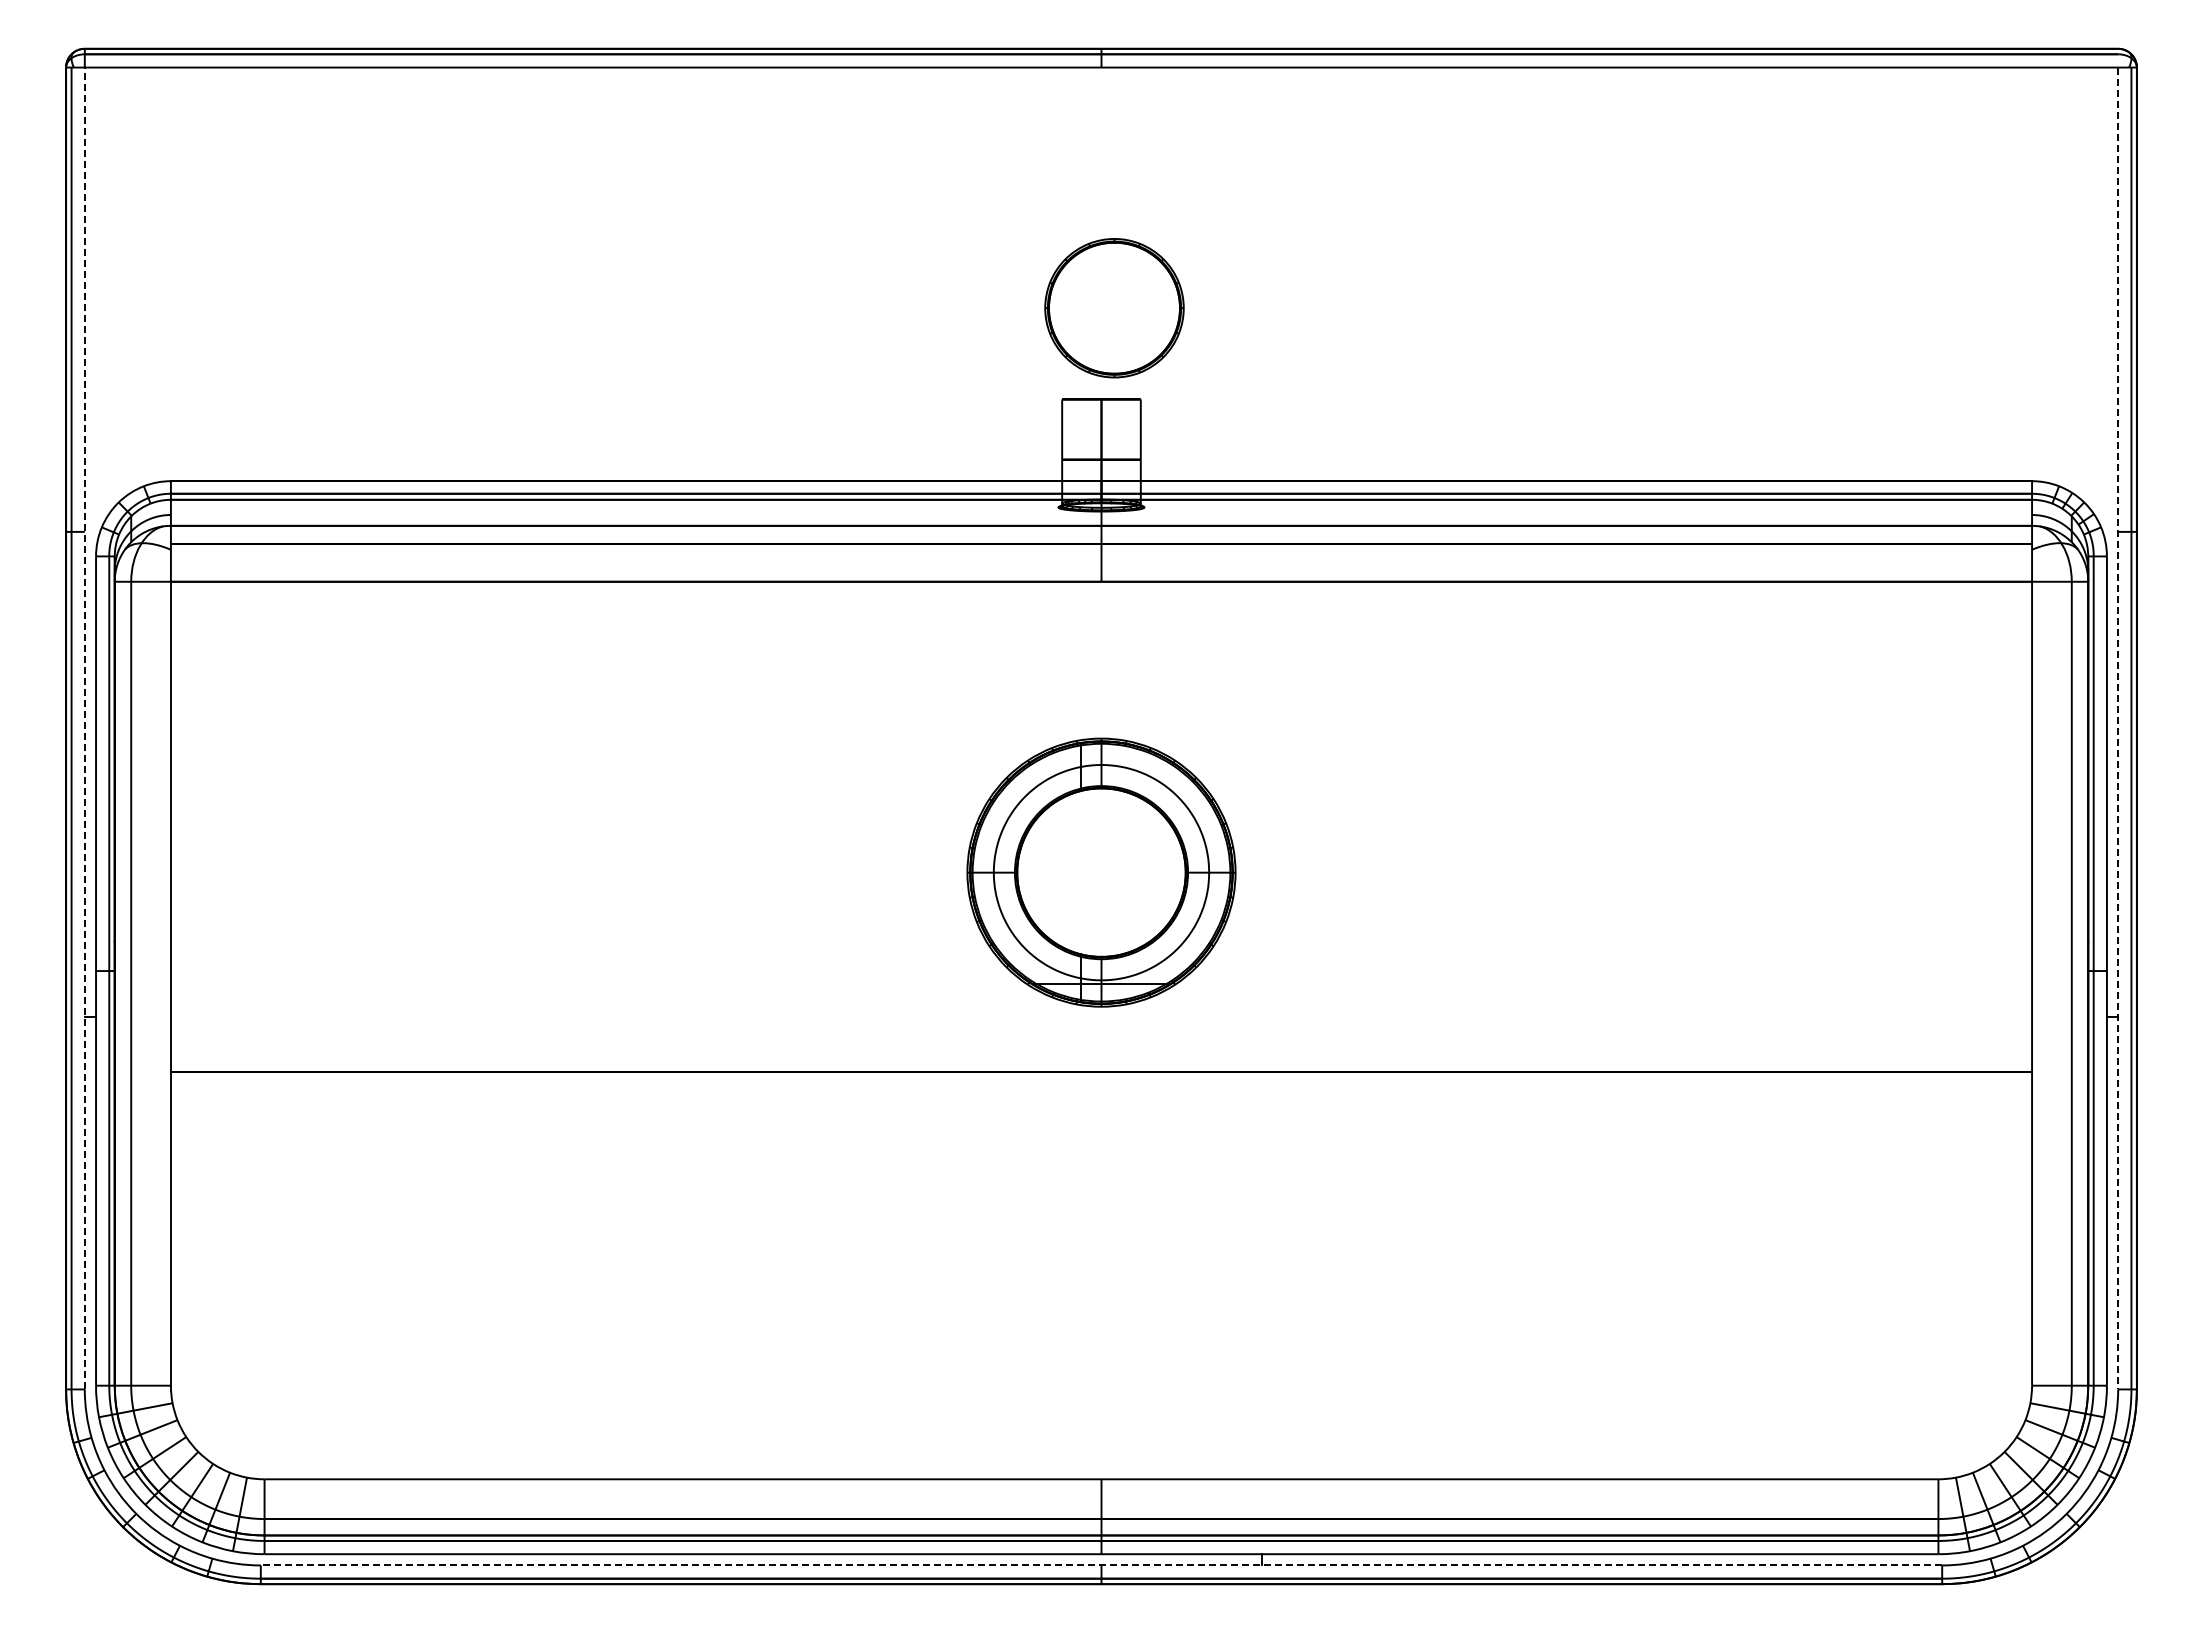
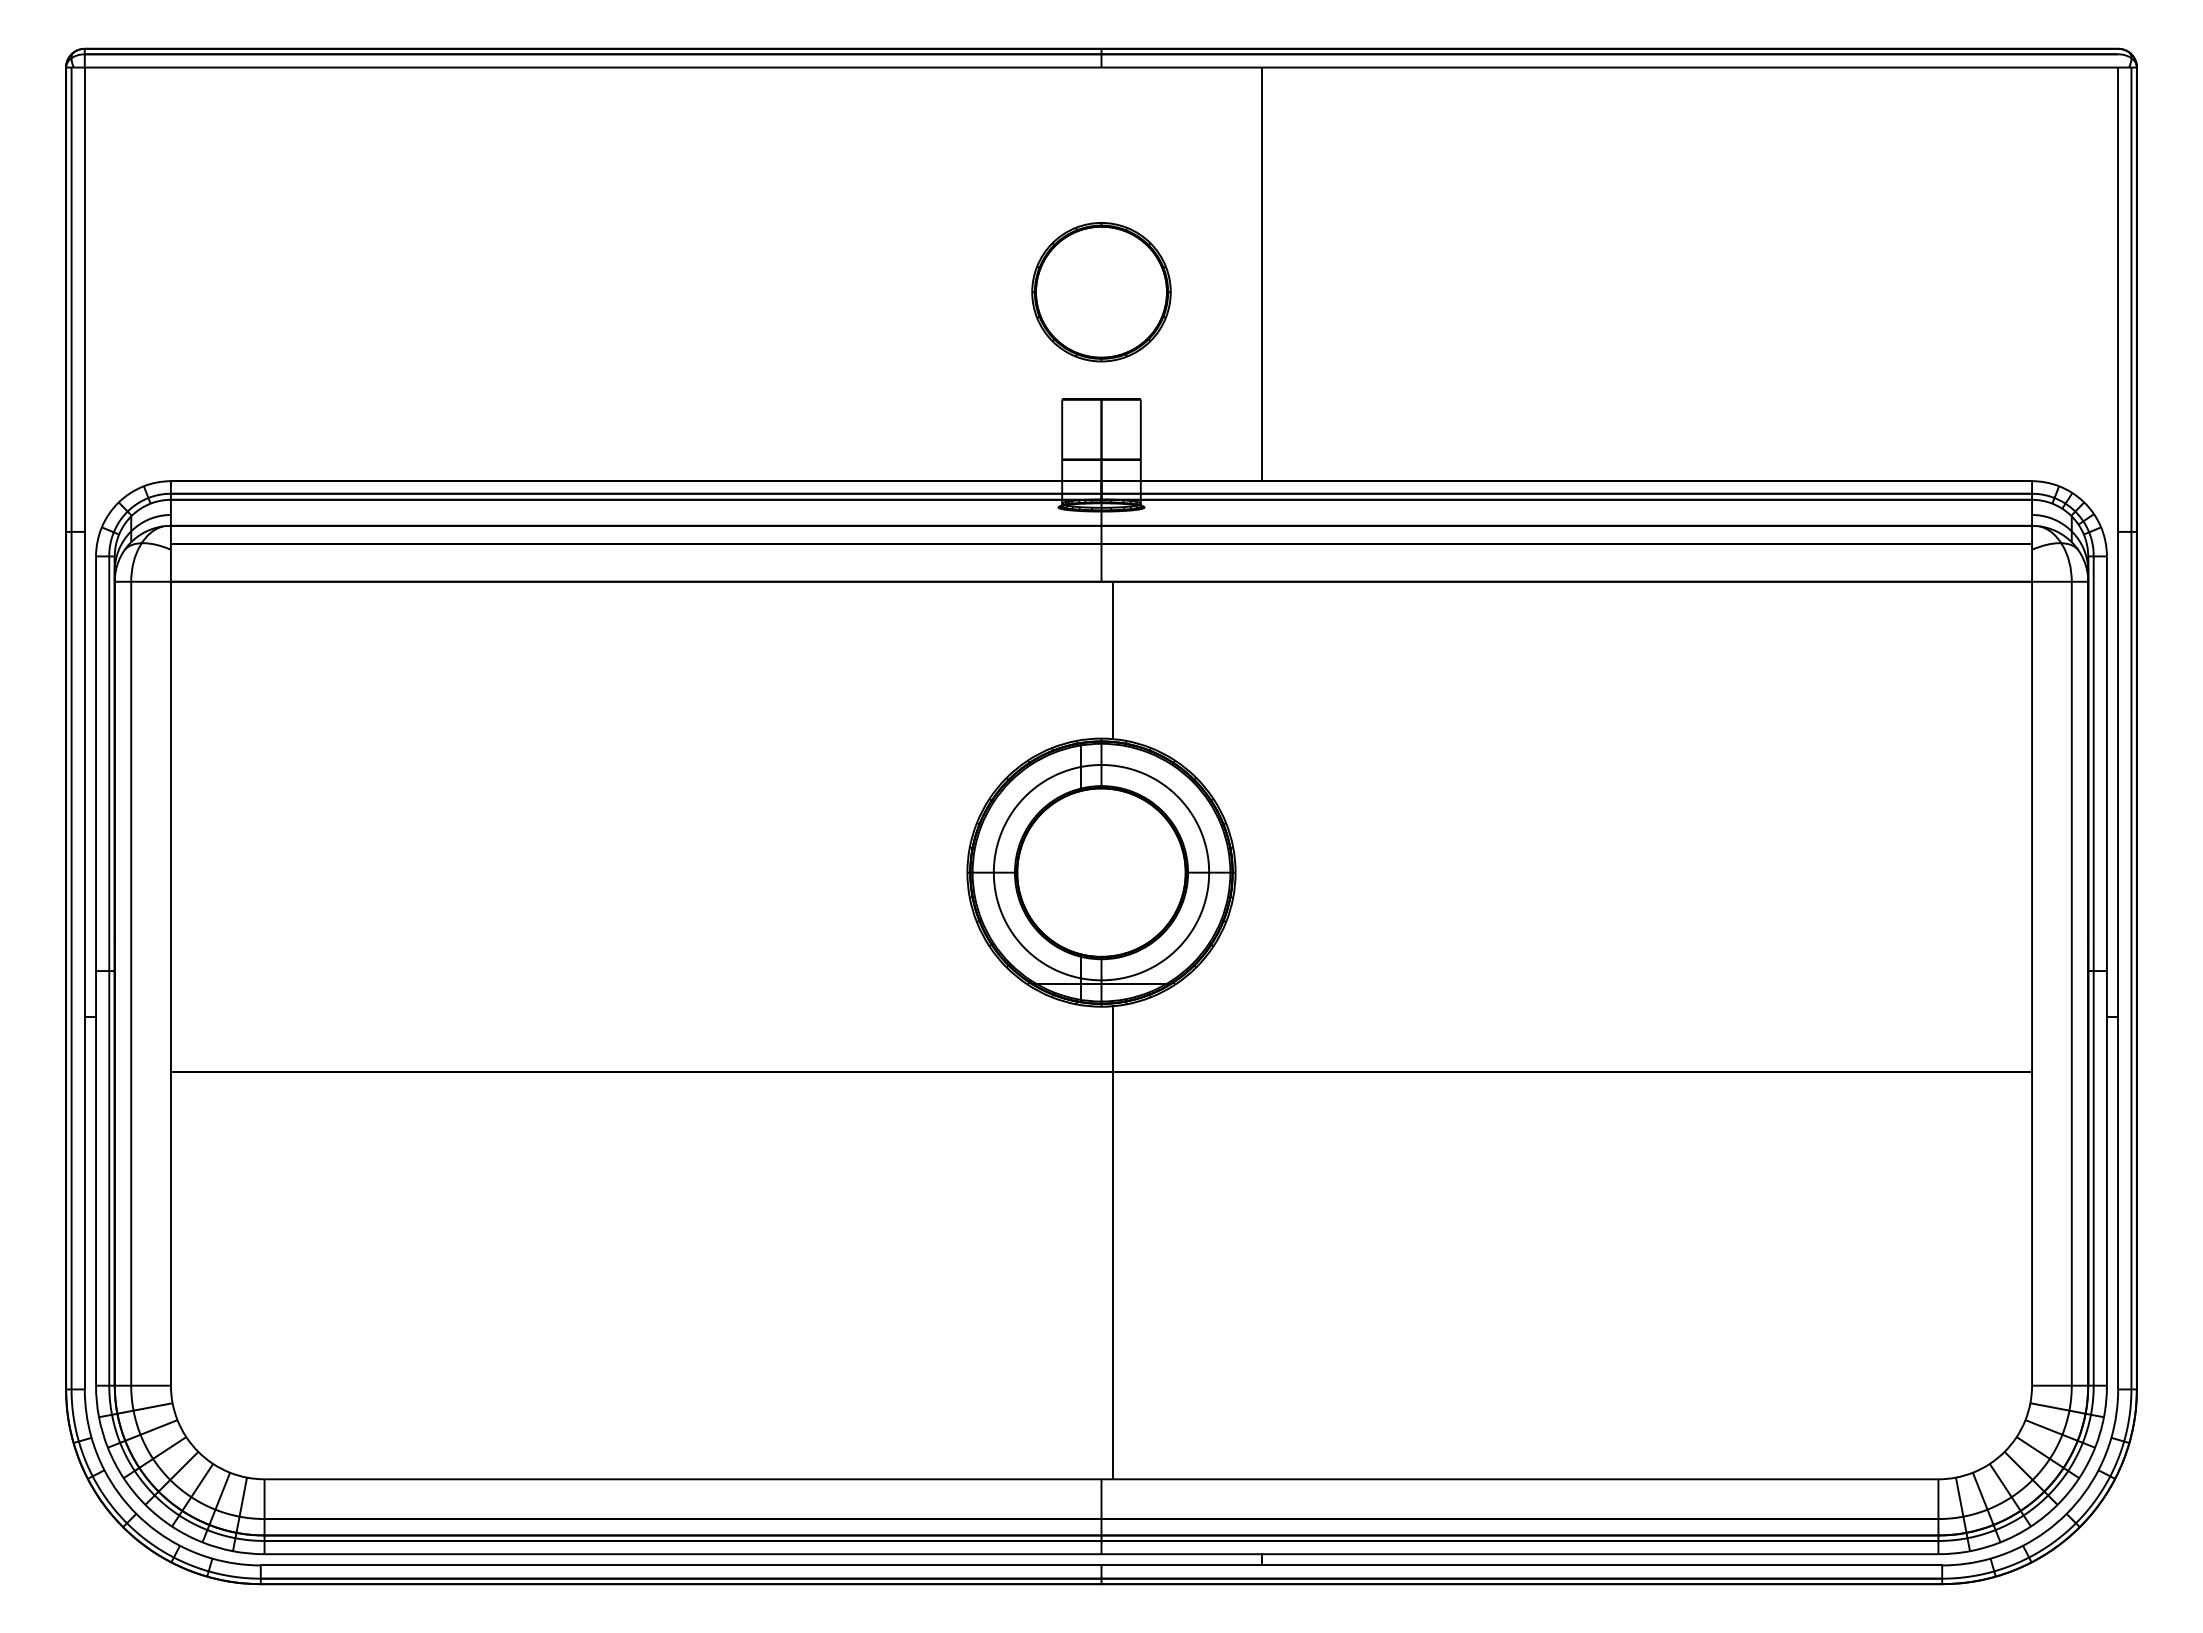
line at (1262, 274): none -> present
part at (1114, 308) position: (1114, 308) -> (1101, 292)
line at (1112, 660): none -> present
line at (84, 728): dashed -> solid
line at (2118, 728): dashed -> solid
line at (1112, 1242): none -> present
line at (1101, 1565): dashed -> solid
